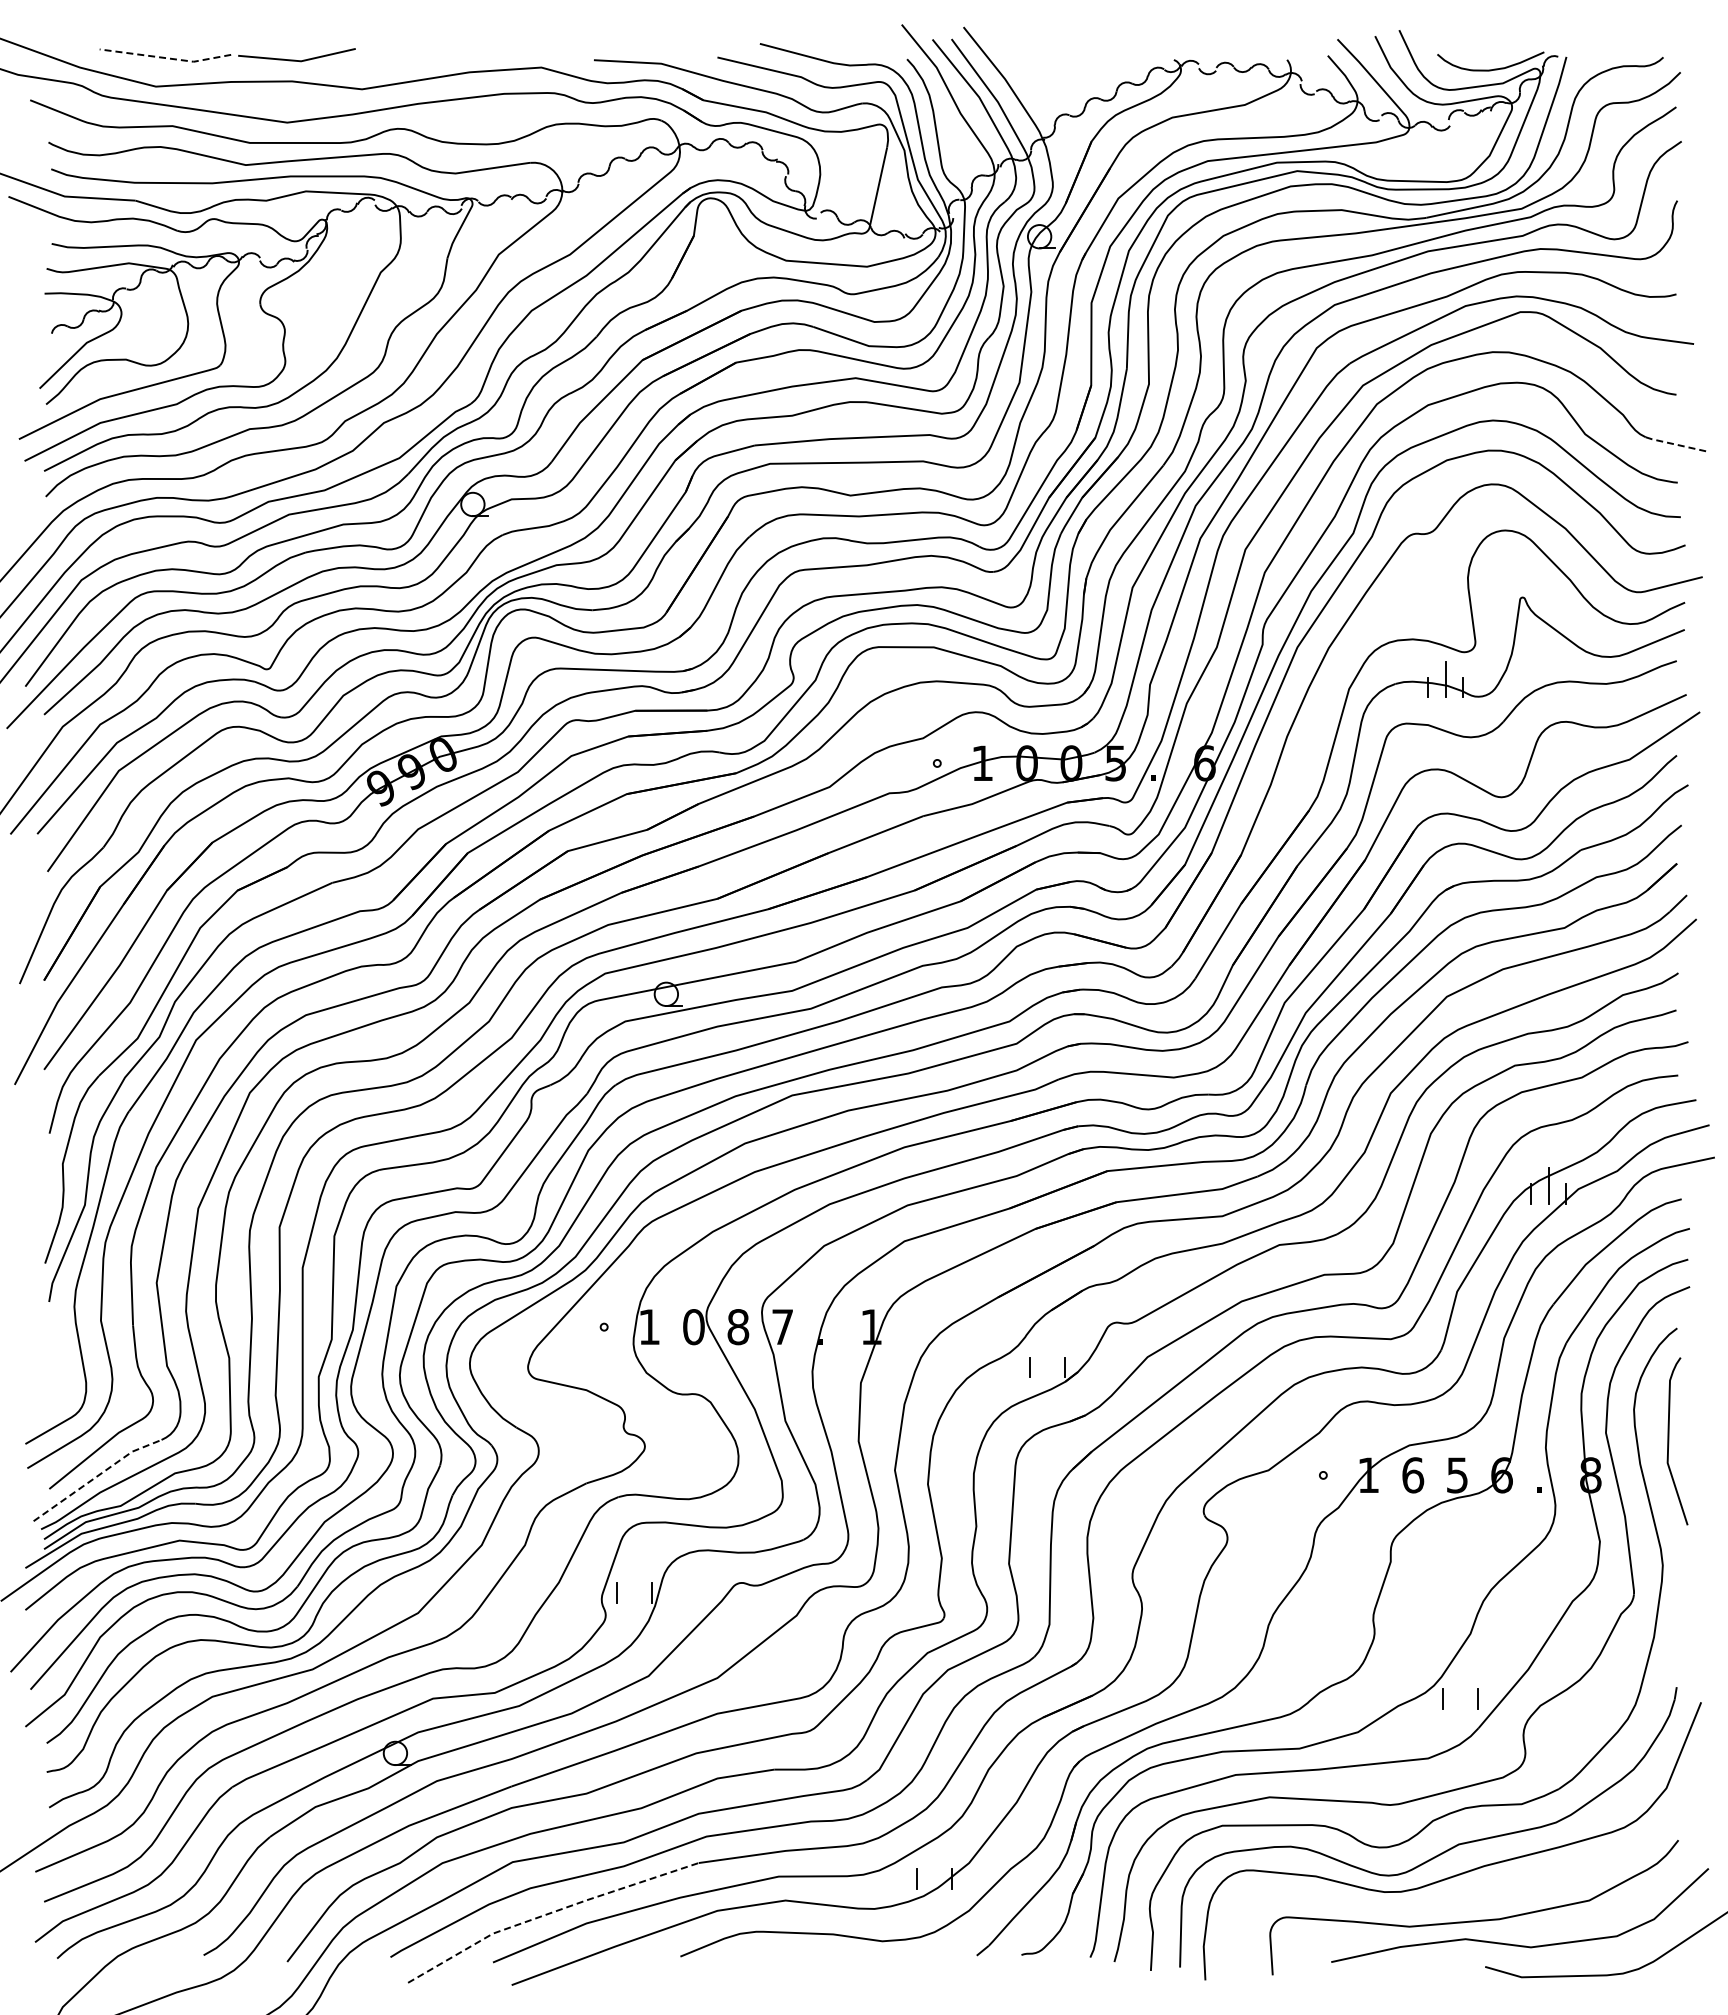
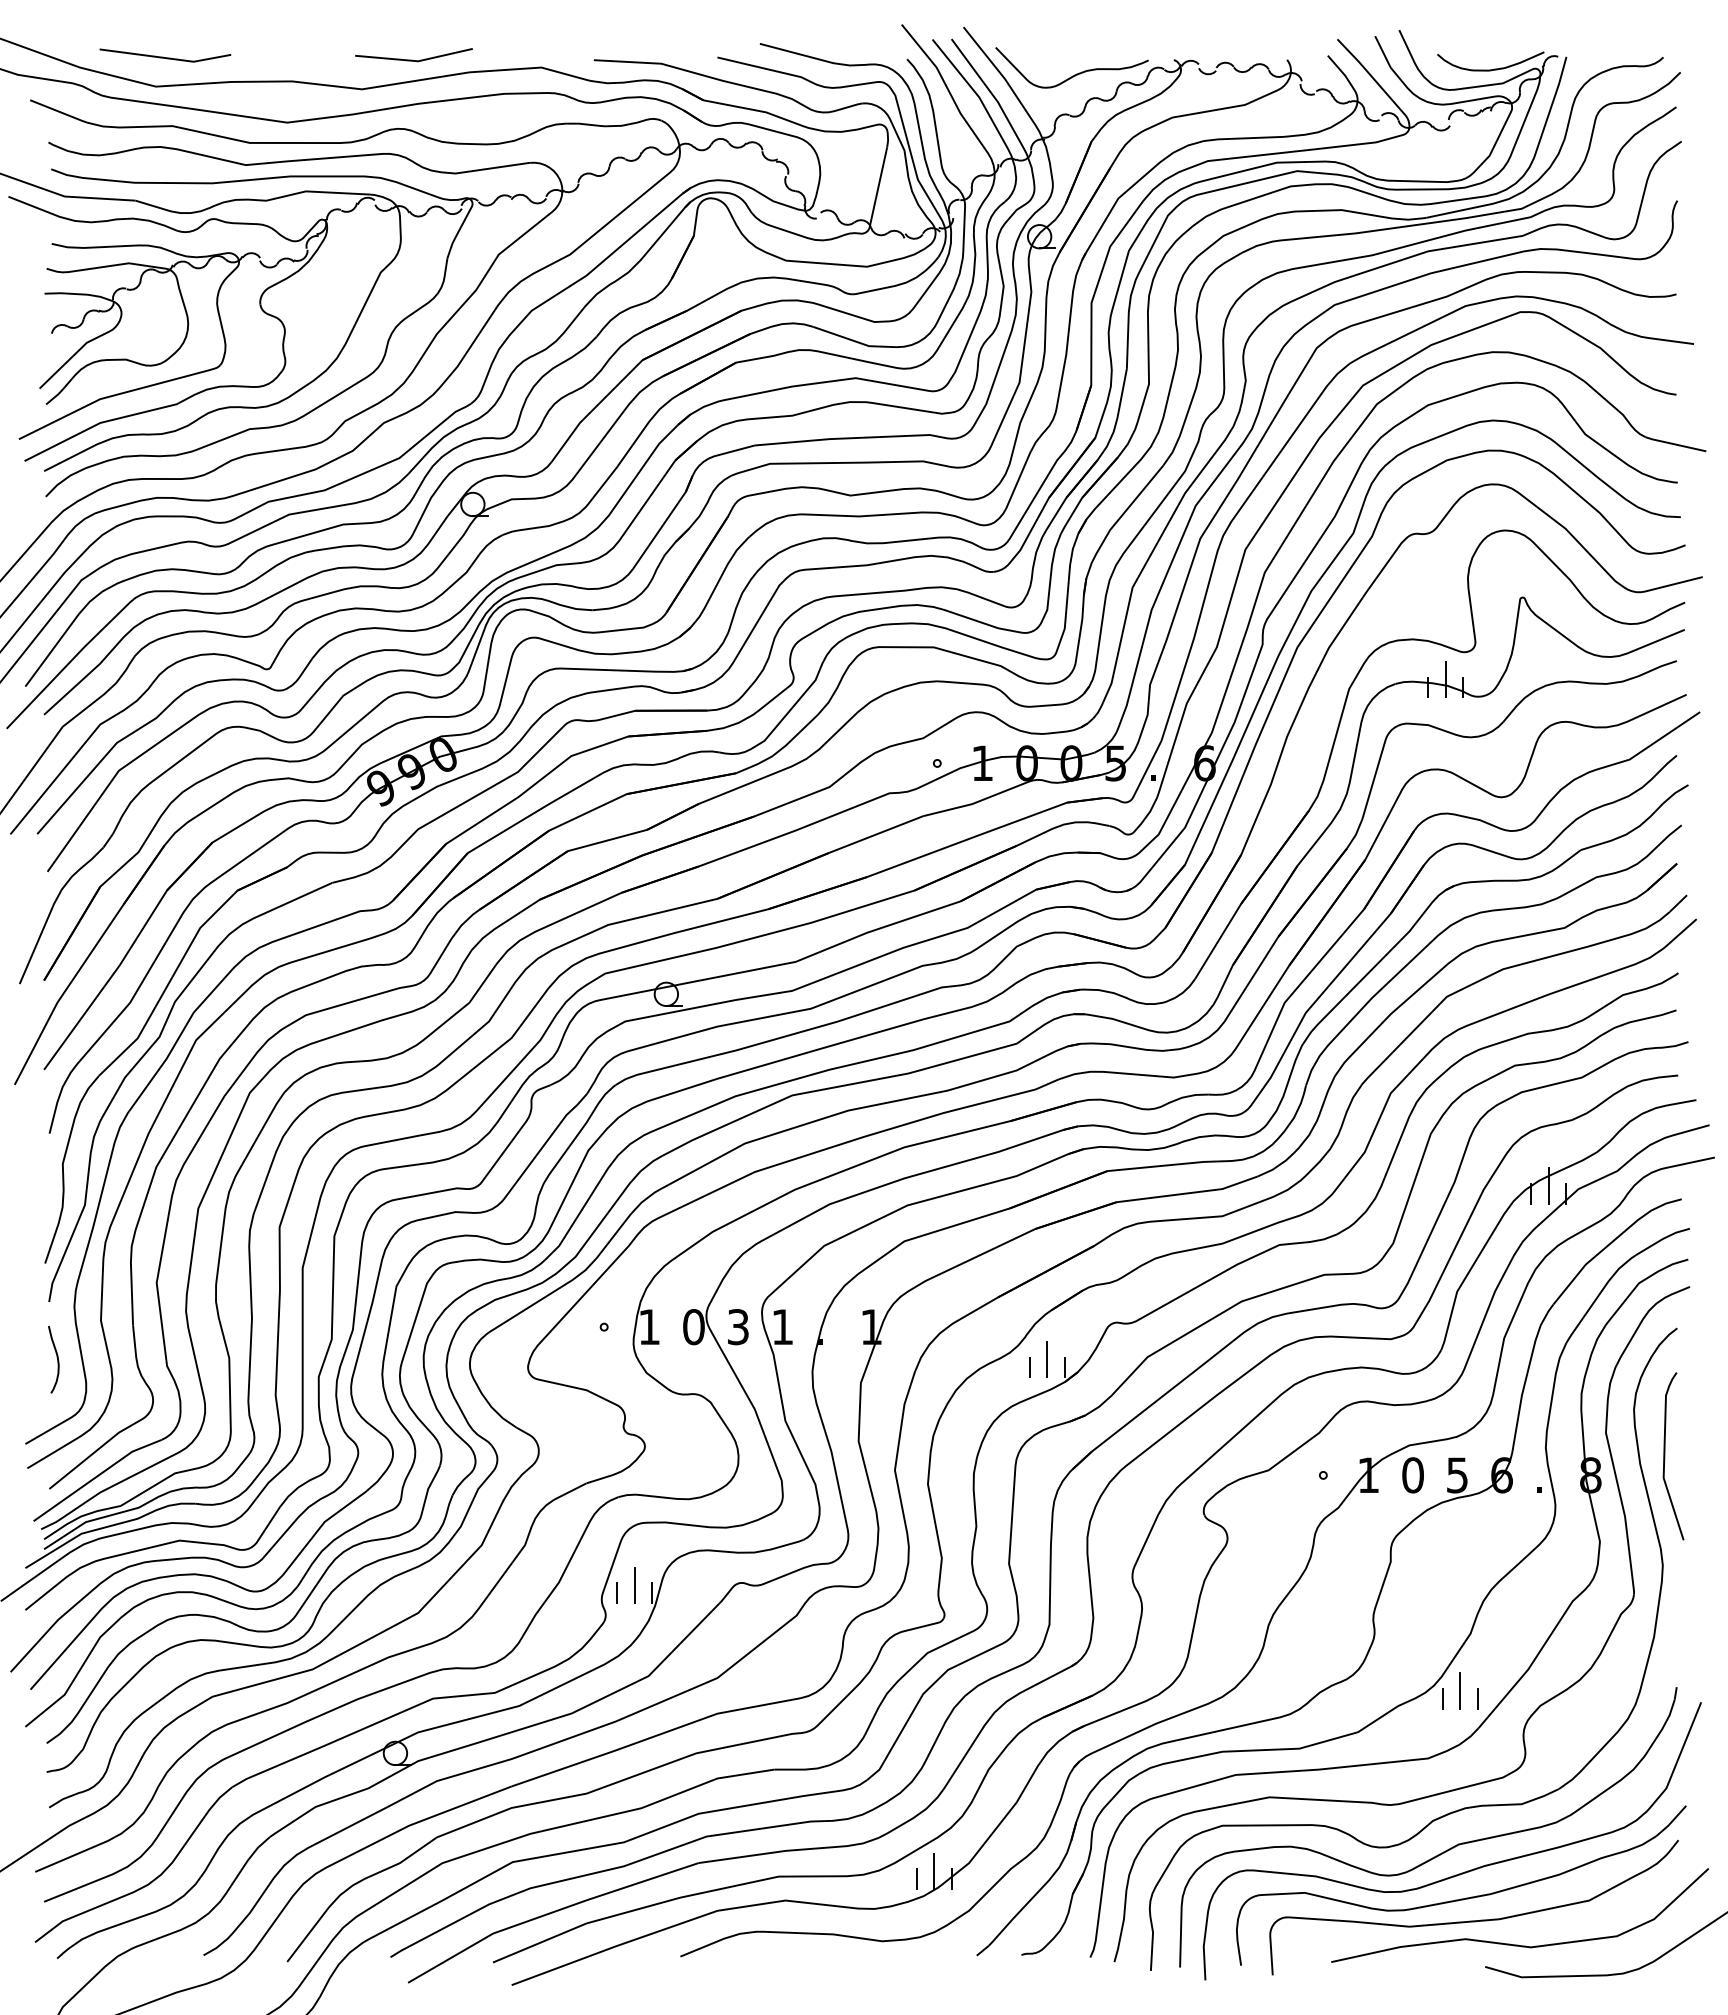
line at (166, 58): dashed -> solid
line at (295, 59) position: (295, 59) -> (412, 59)
curve at (1074, 74): none -> present
line at (1675, 444): dashed -> solid
text at (782, 1326): 7 -> 1
text at (738, 1327): 8 -> 3
curve at (56, 1357): none -> present
line at (1047, 1359): none -> present
curve at (1669, 1441) position: (1669, 1441) -> (1665, 1456)
text at (1413, 1475): 6 -> 0
line at (96, 1476): dashed -> solid
line at (634, 1584): none -> present
line at (1460, 1690): none -> present
line at (934, 1870): none -> present
part at (1466, 1897): none -> present
line at (549, 1913): dashed -> solid
